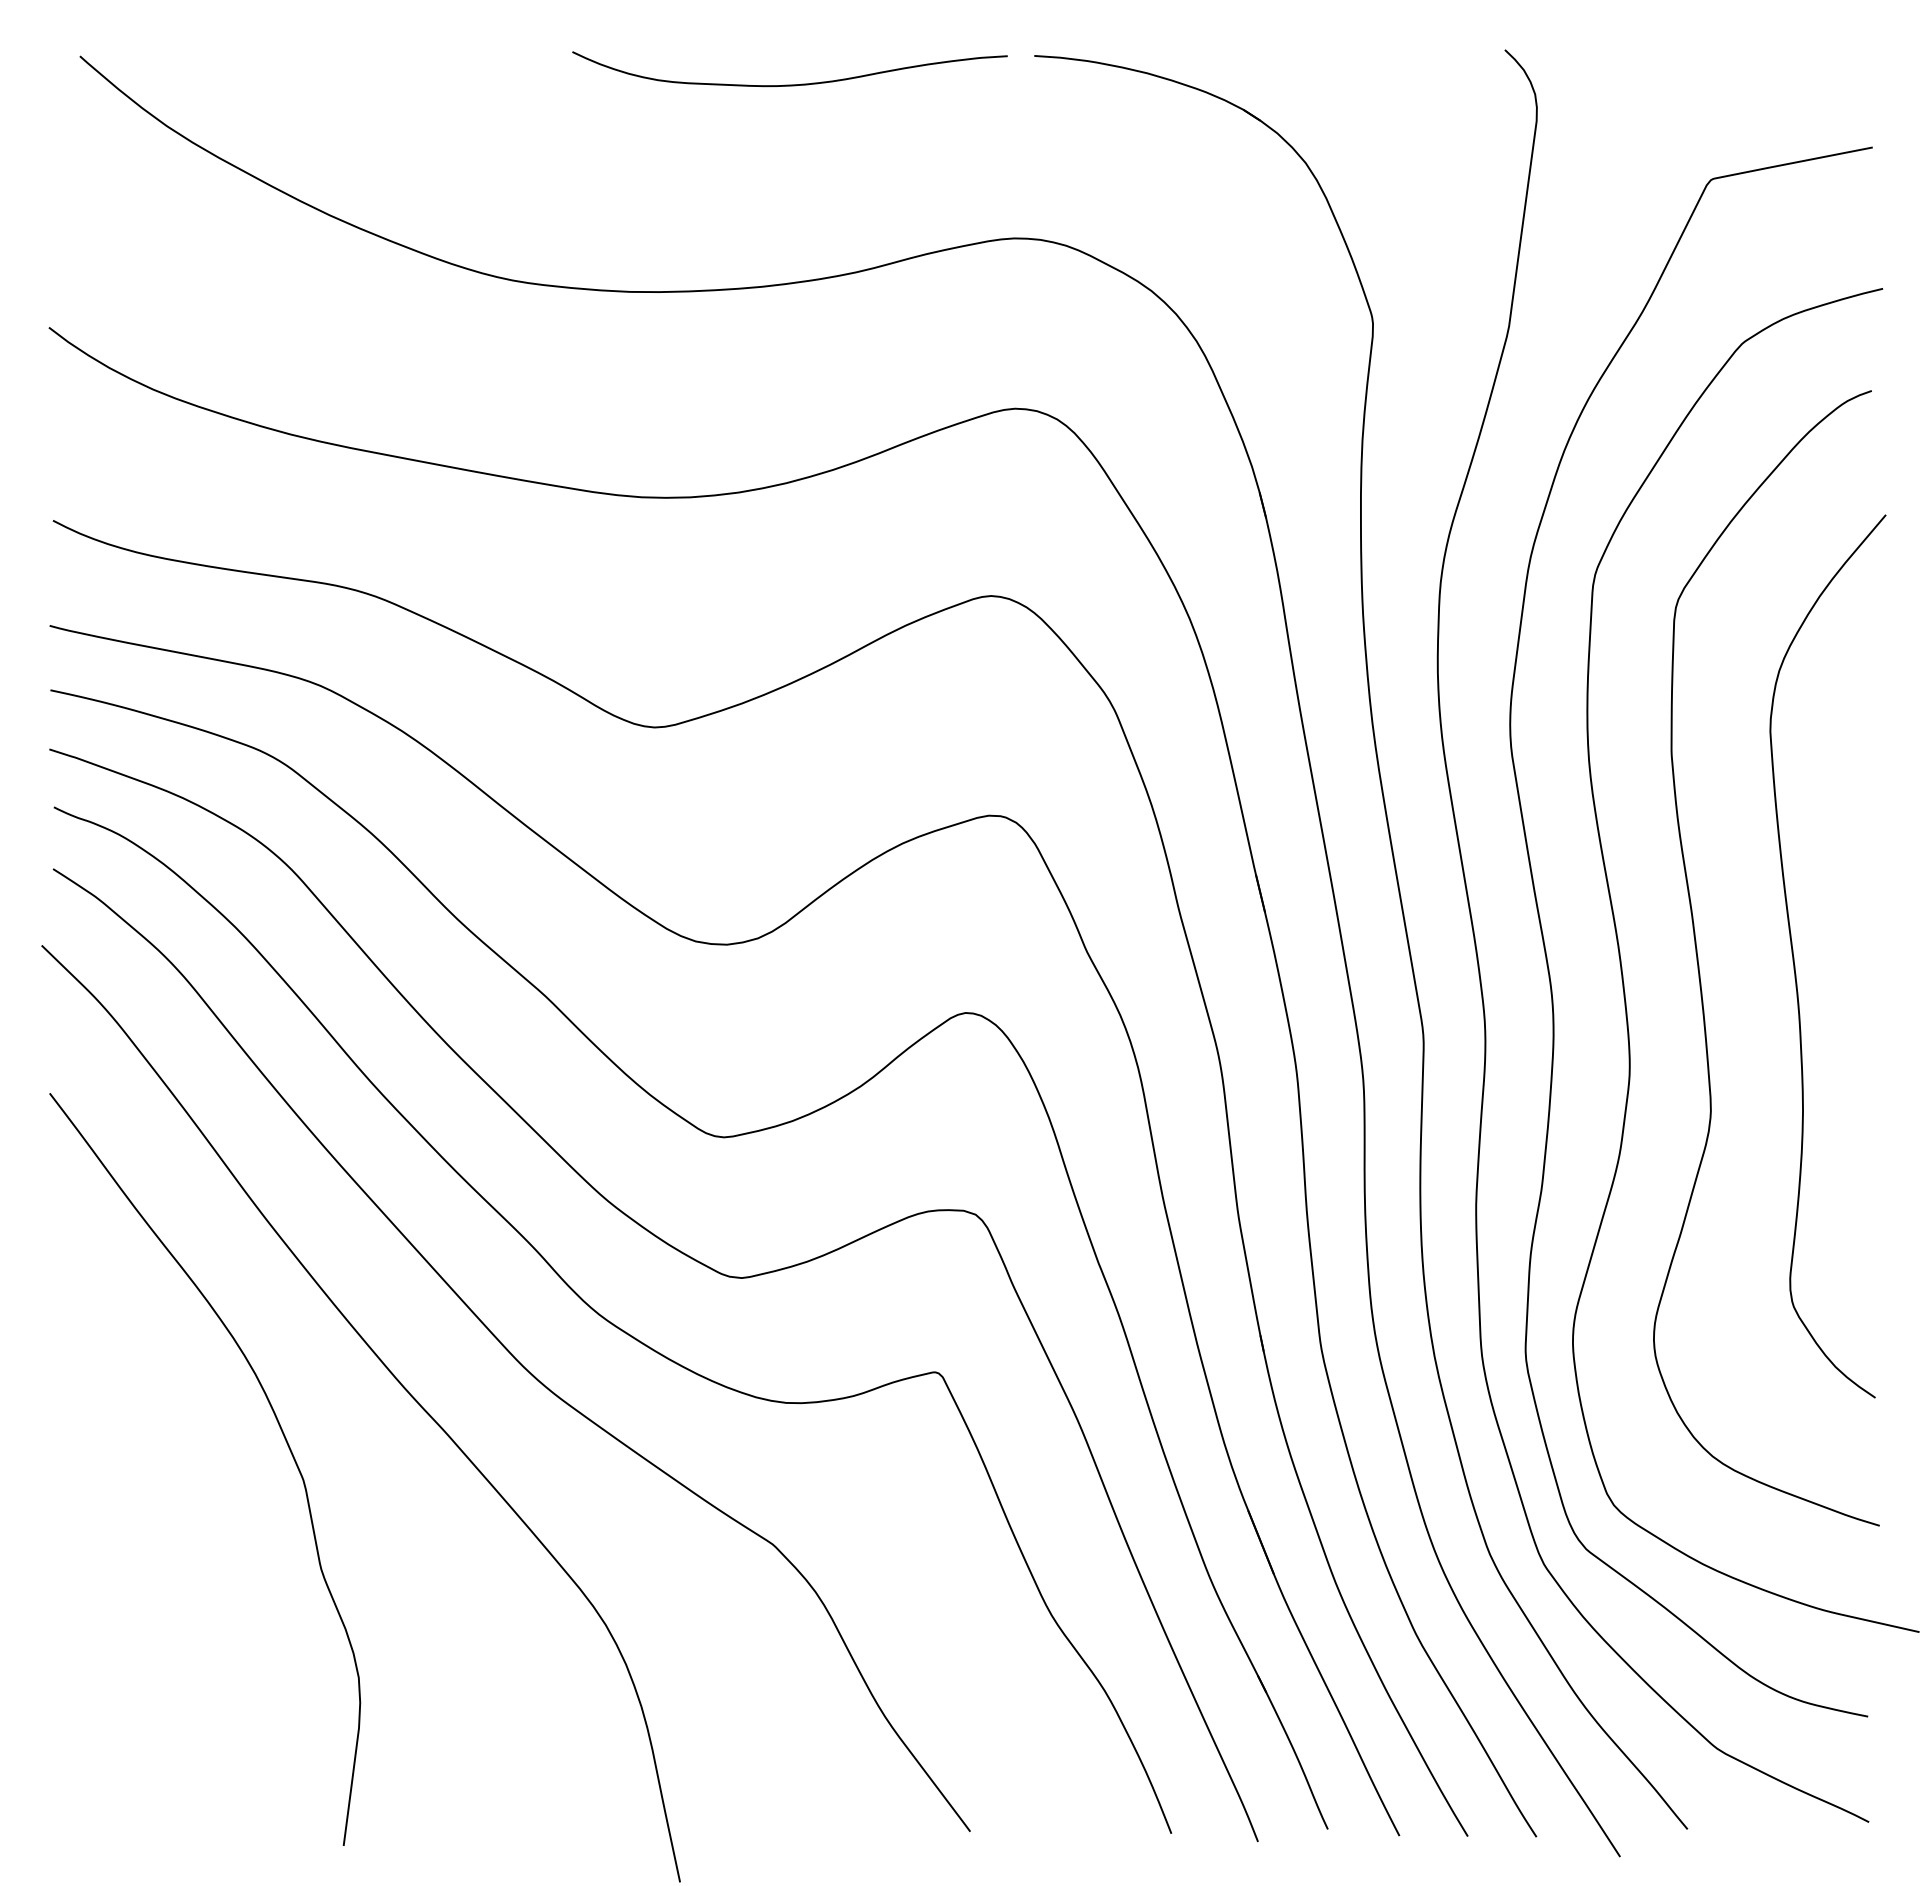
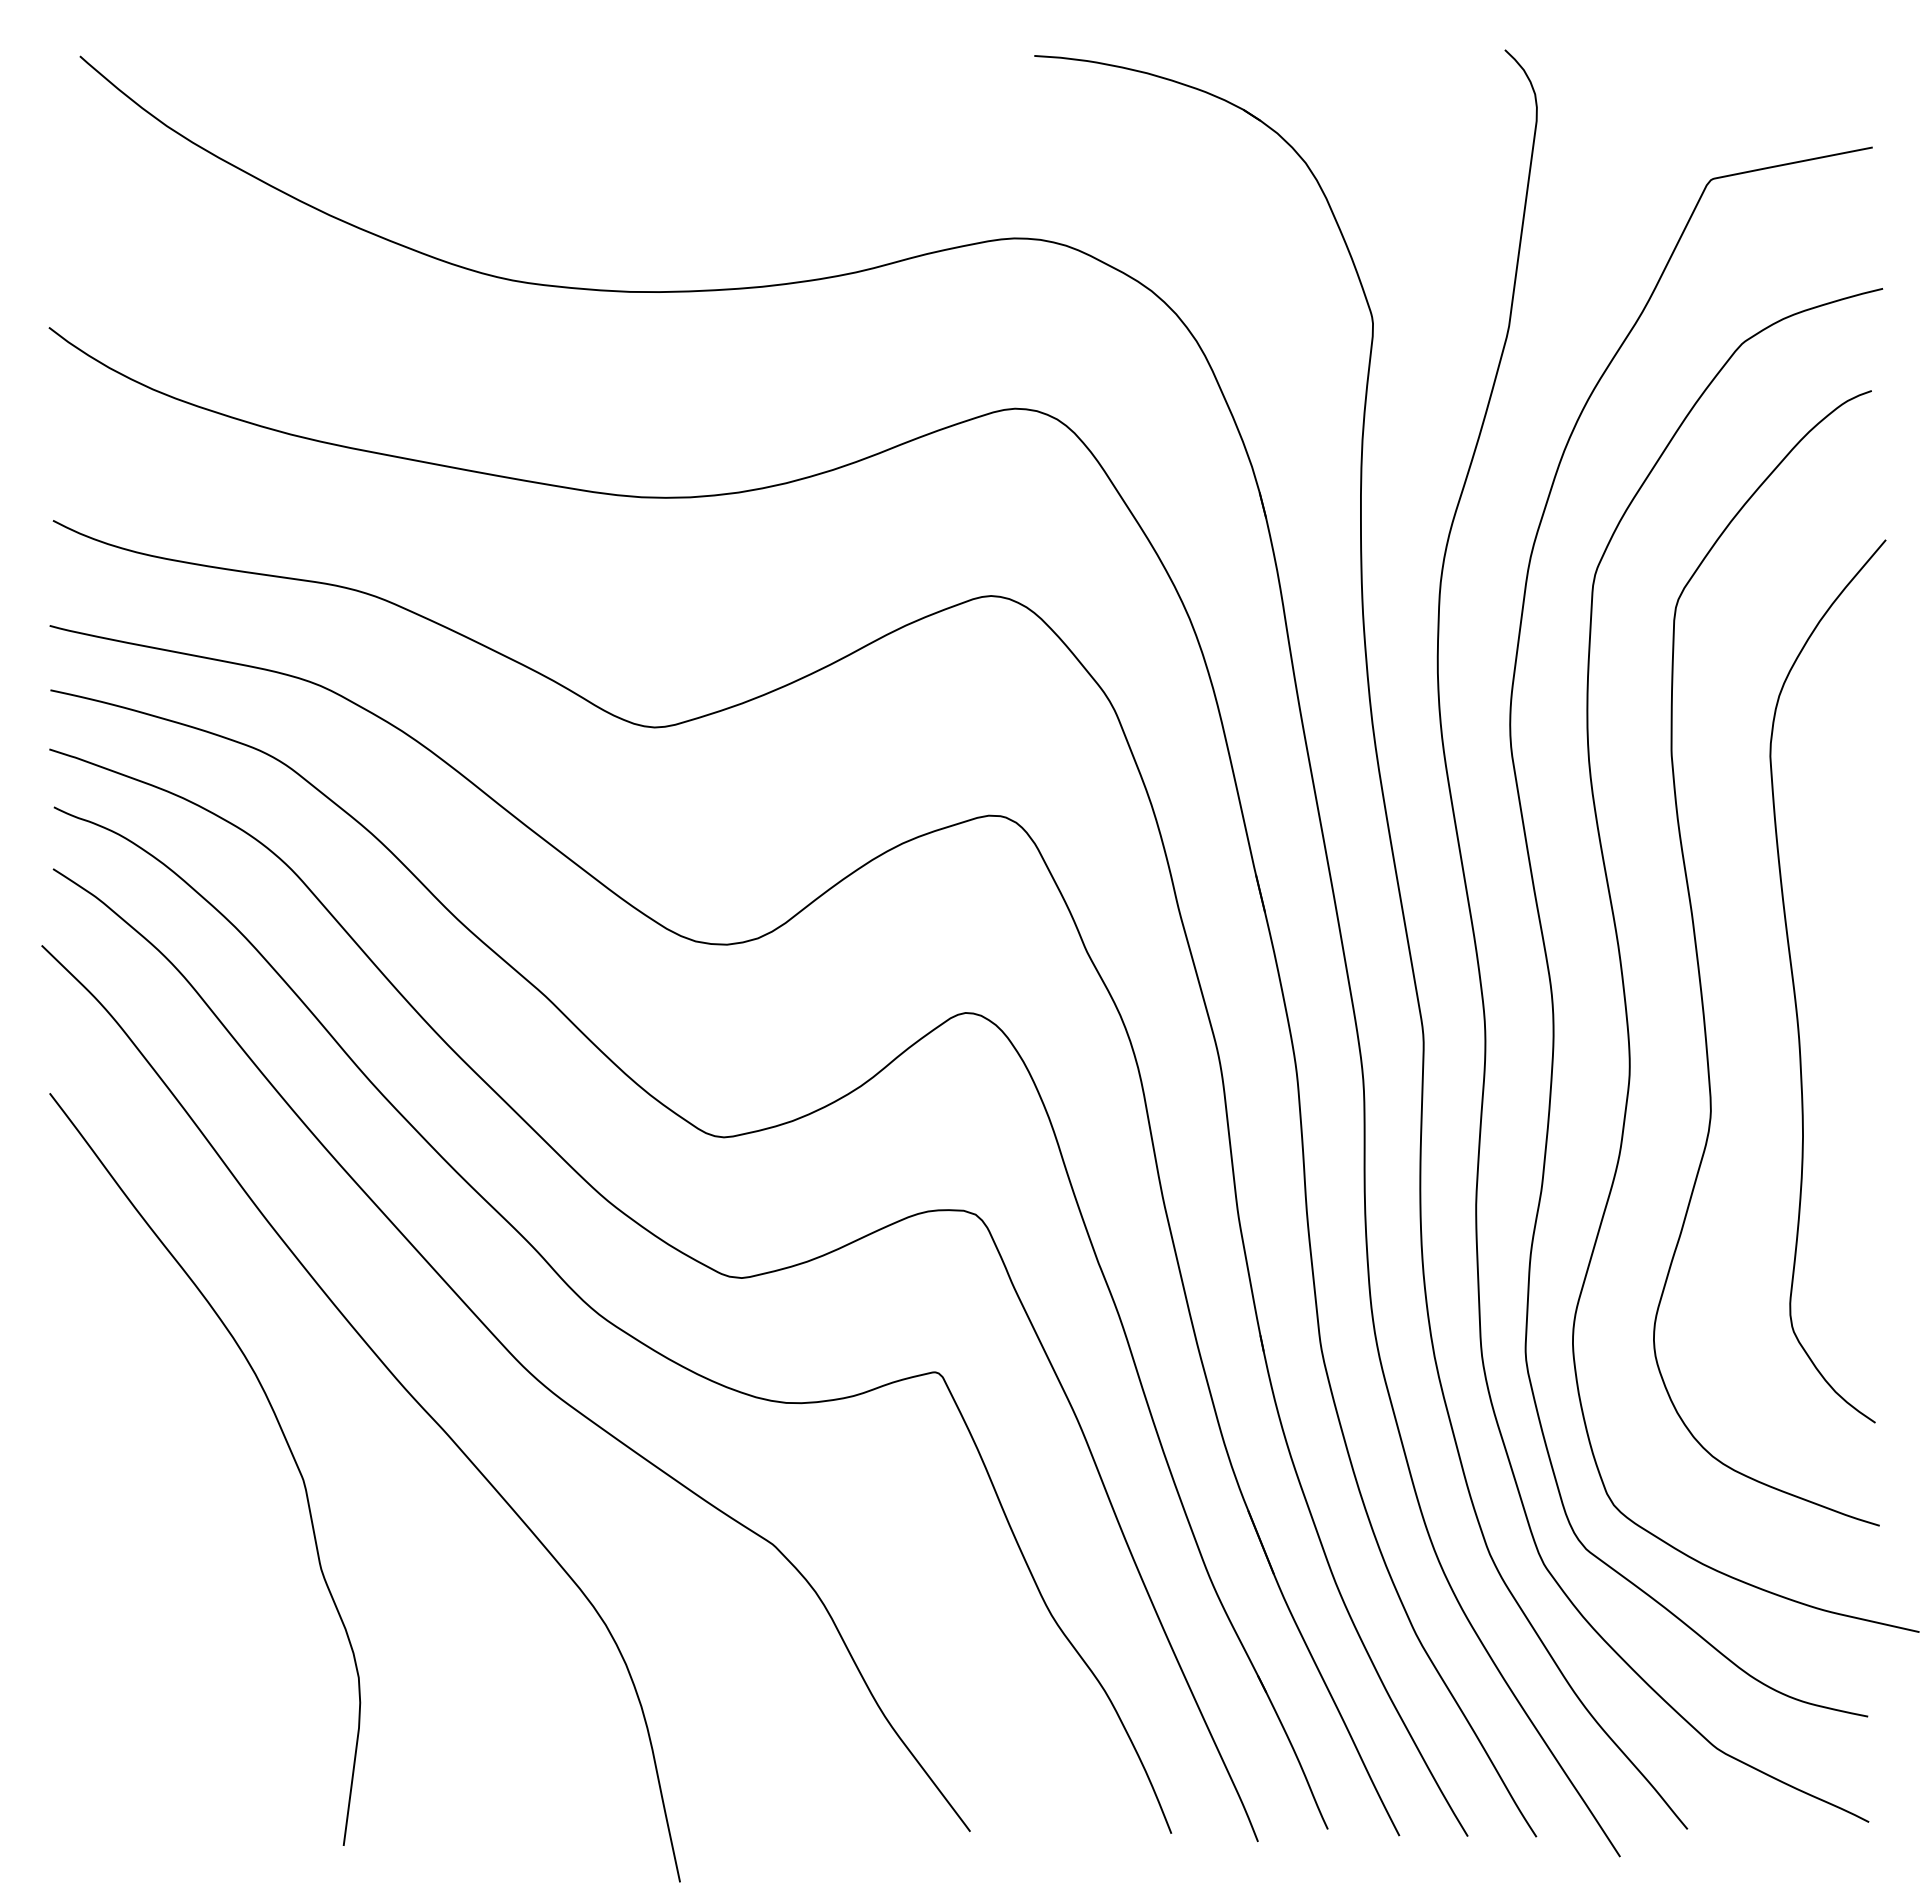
curve at (789, 84): present -> none
curve at (1794, 957) position: (1794, 957) -> (1794, 982)
